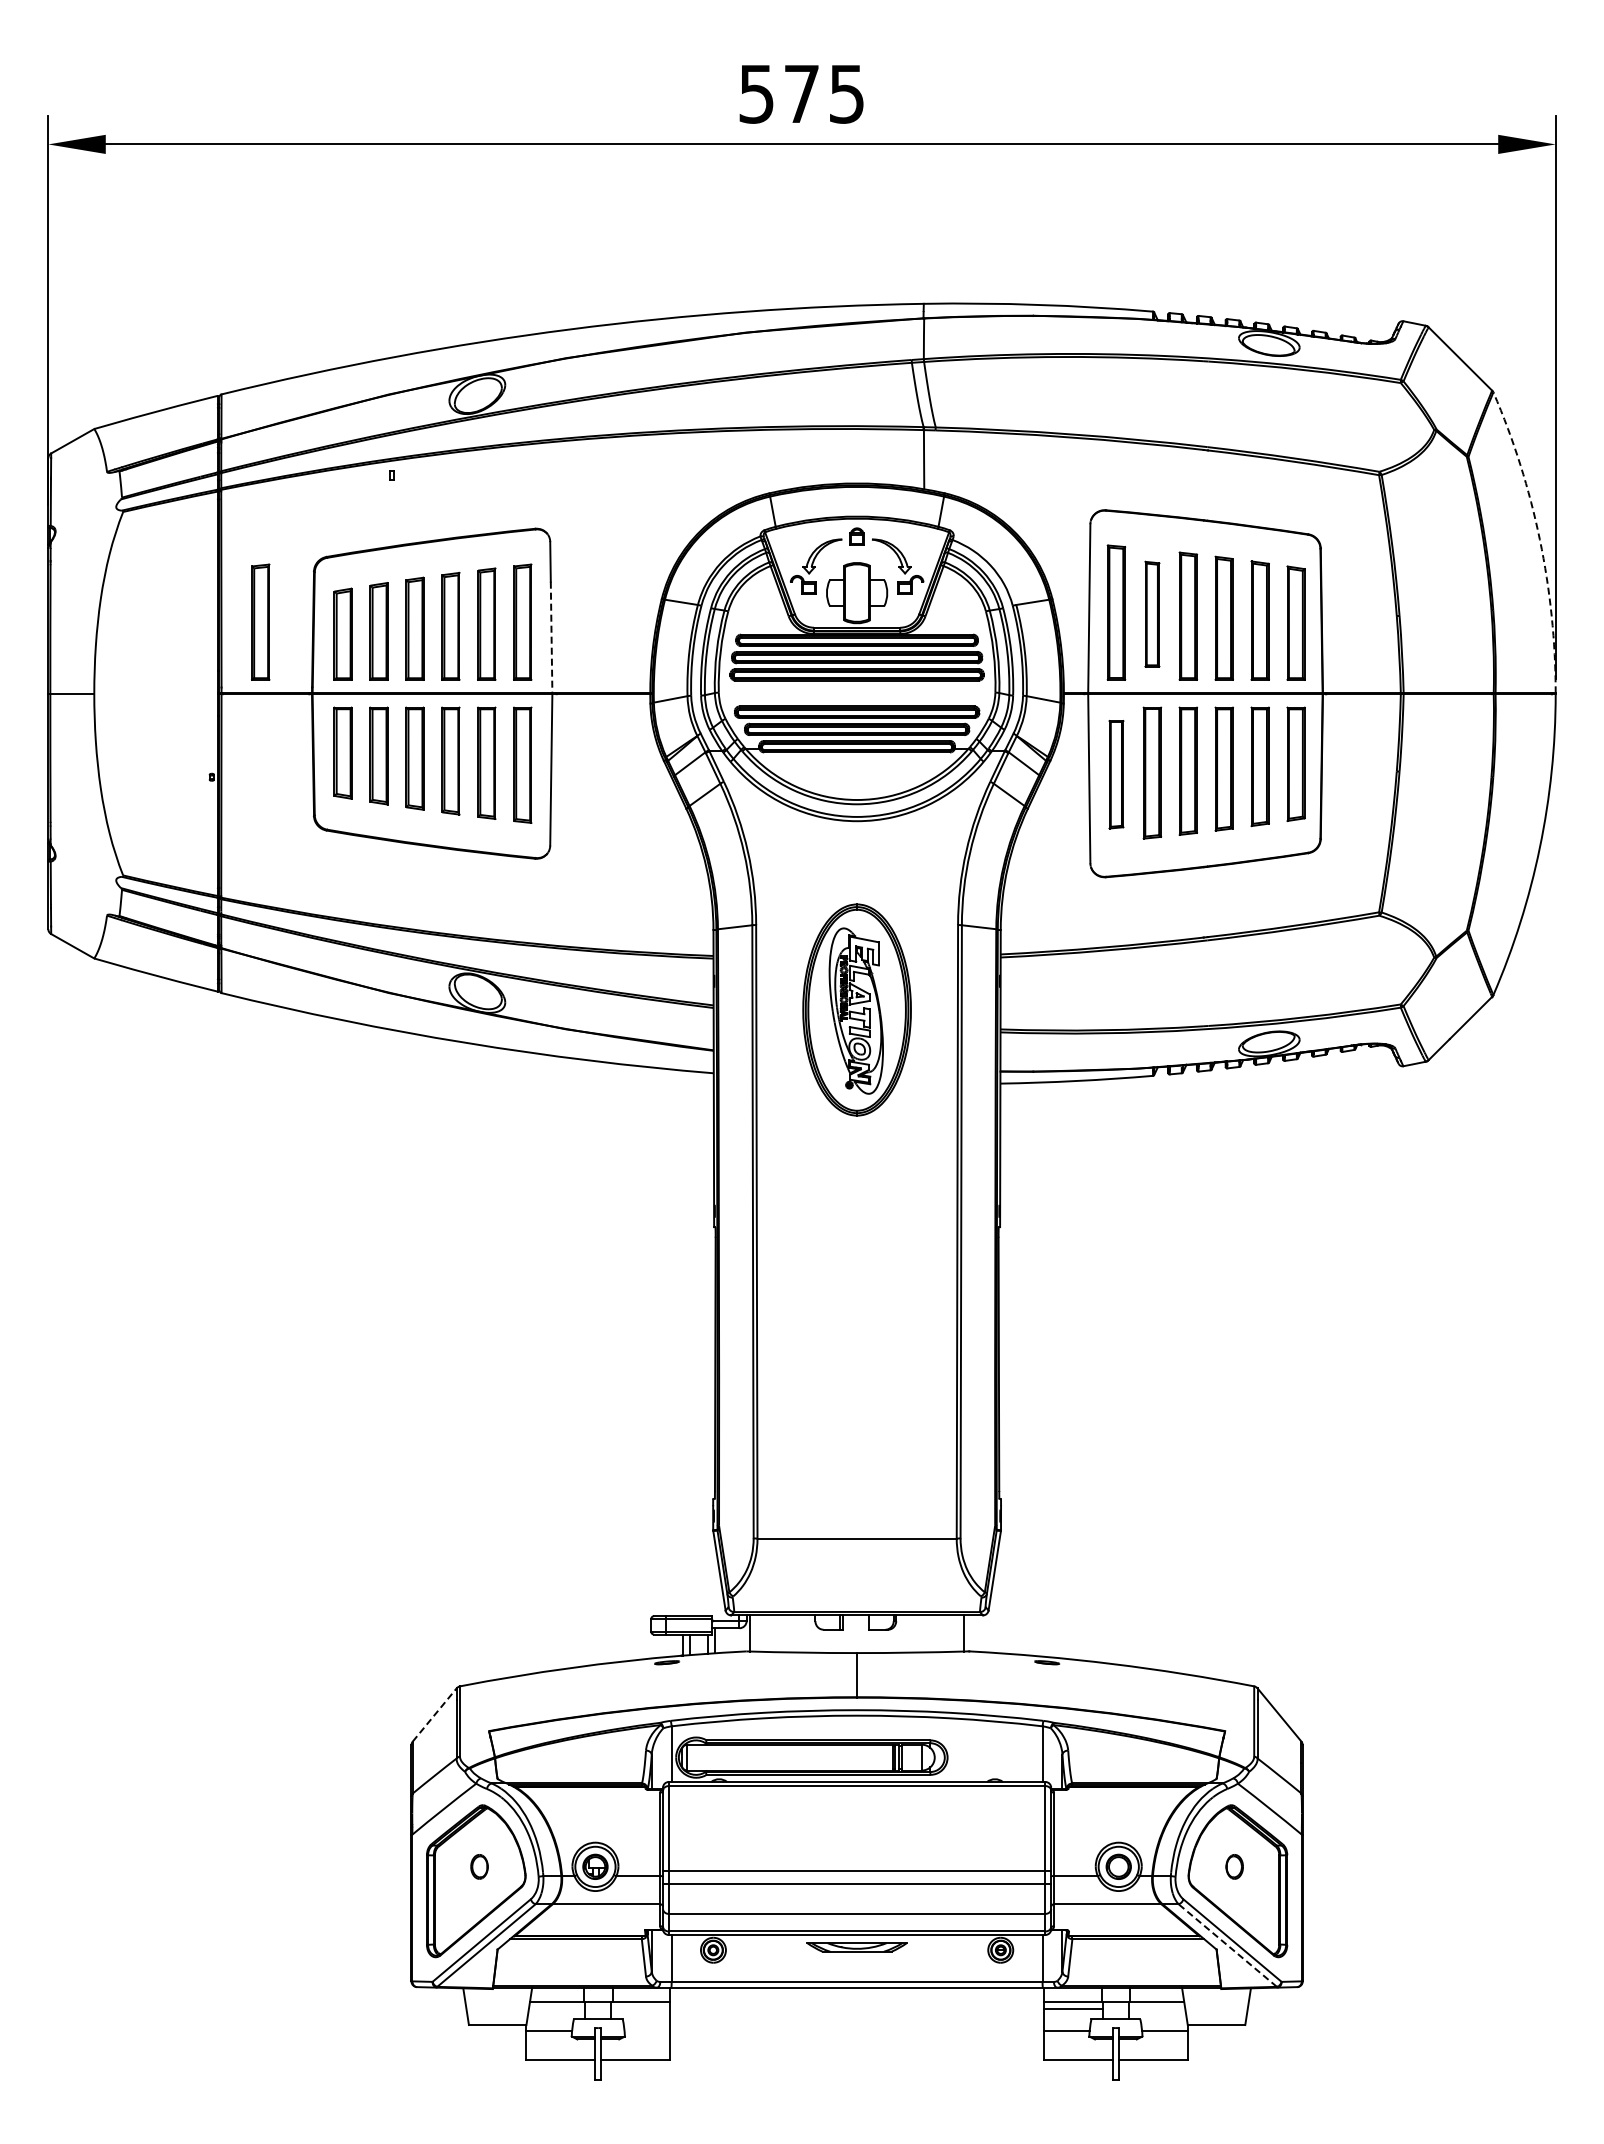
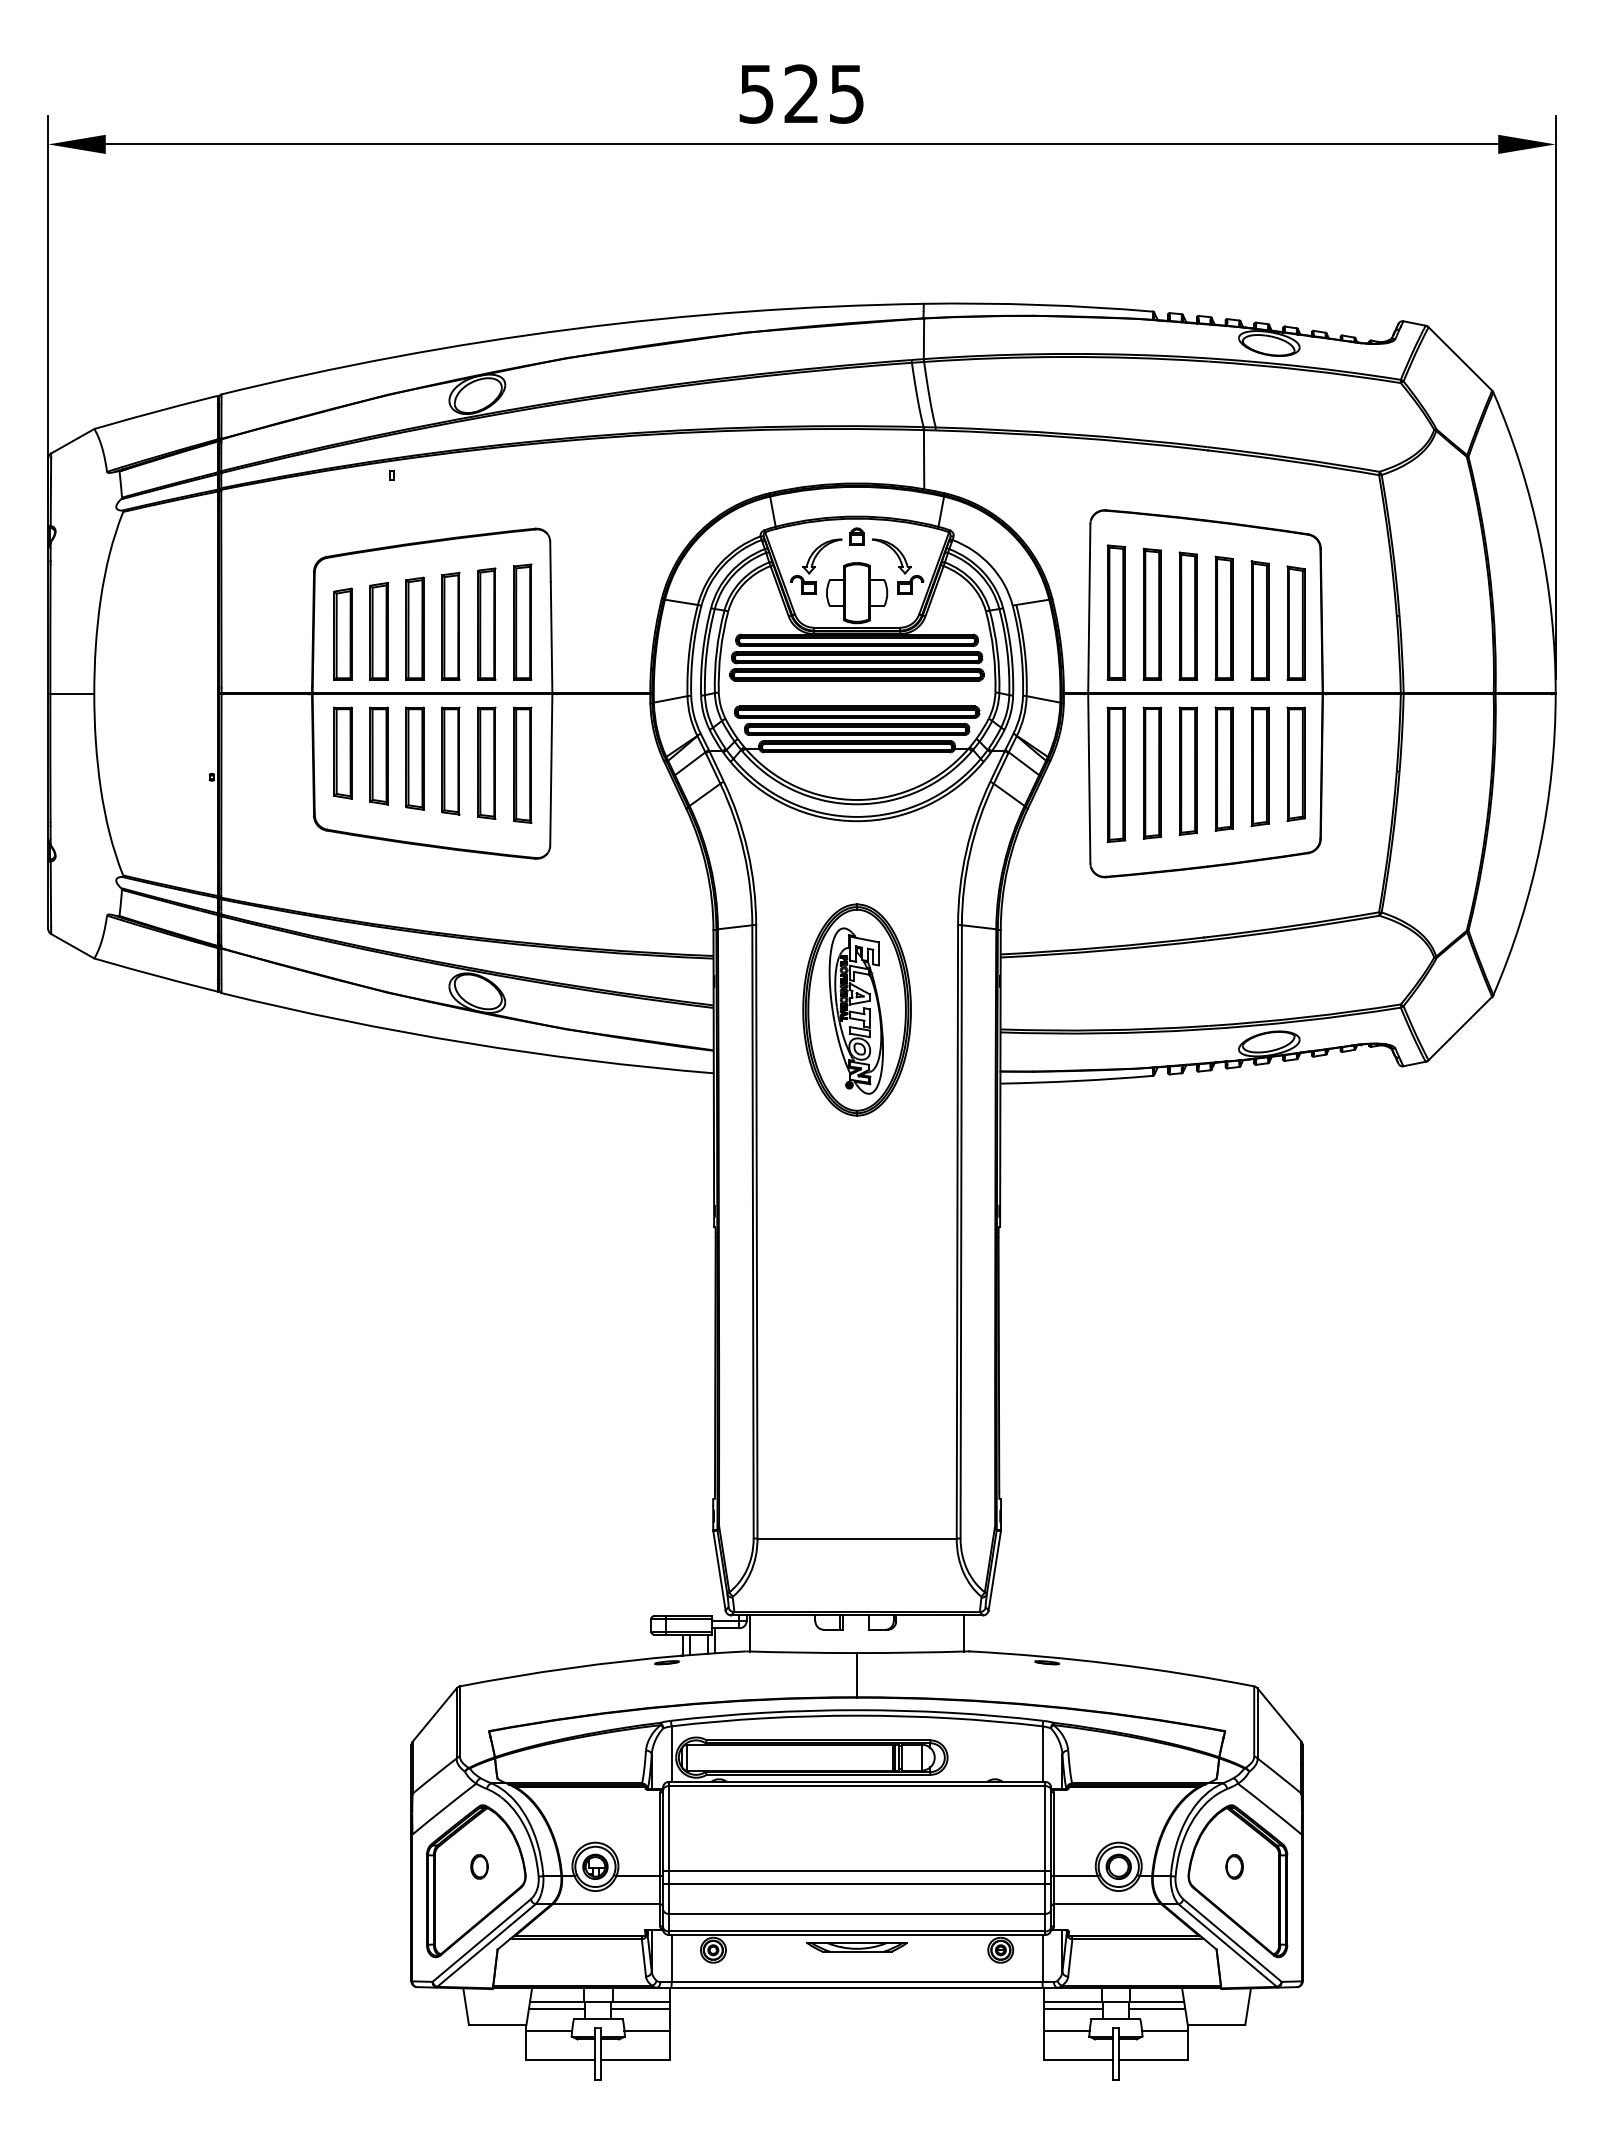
text at (801, 93): 575 -> 525
arc at (1539, 539): dashed -> solid
part at (1152, 613) size: 17x108 px -> 21x134 px
part at (260, 621): present -> none
line at (551, 637): dashed -> solid
part at (1116, 774) size: 17x110 px -> 21x137 px
line at (434, 1714): dashed -> solid
line at (1227, 1945): dashed -> solid
line at (556, 2009): none -> present
line at (640, 2009): none -> present
line at (1156, 2009): none -> present
line at (647, 2030): none -> present
